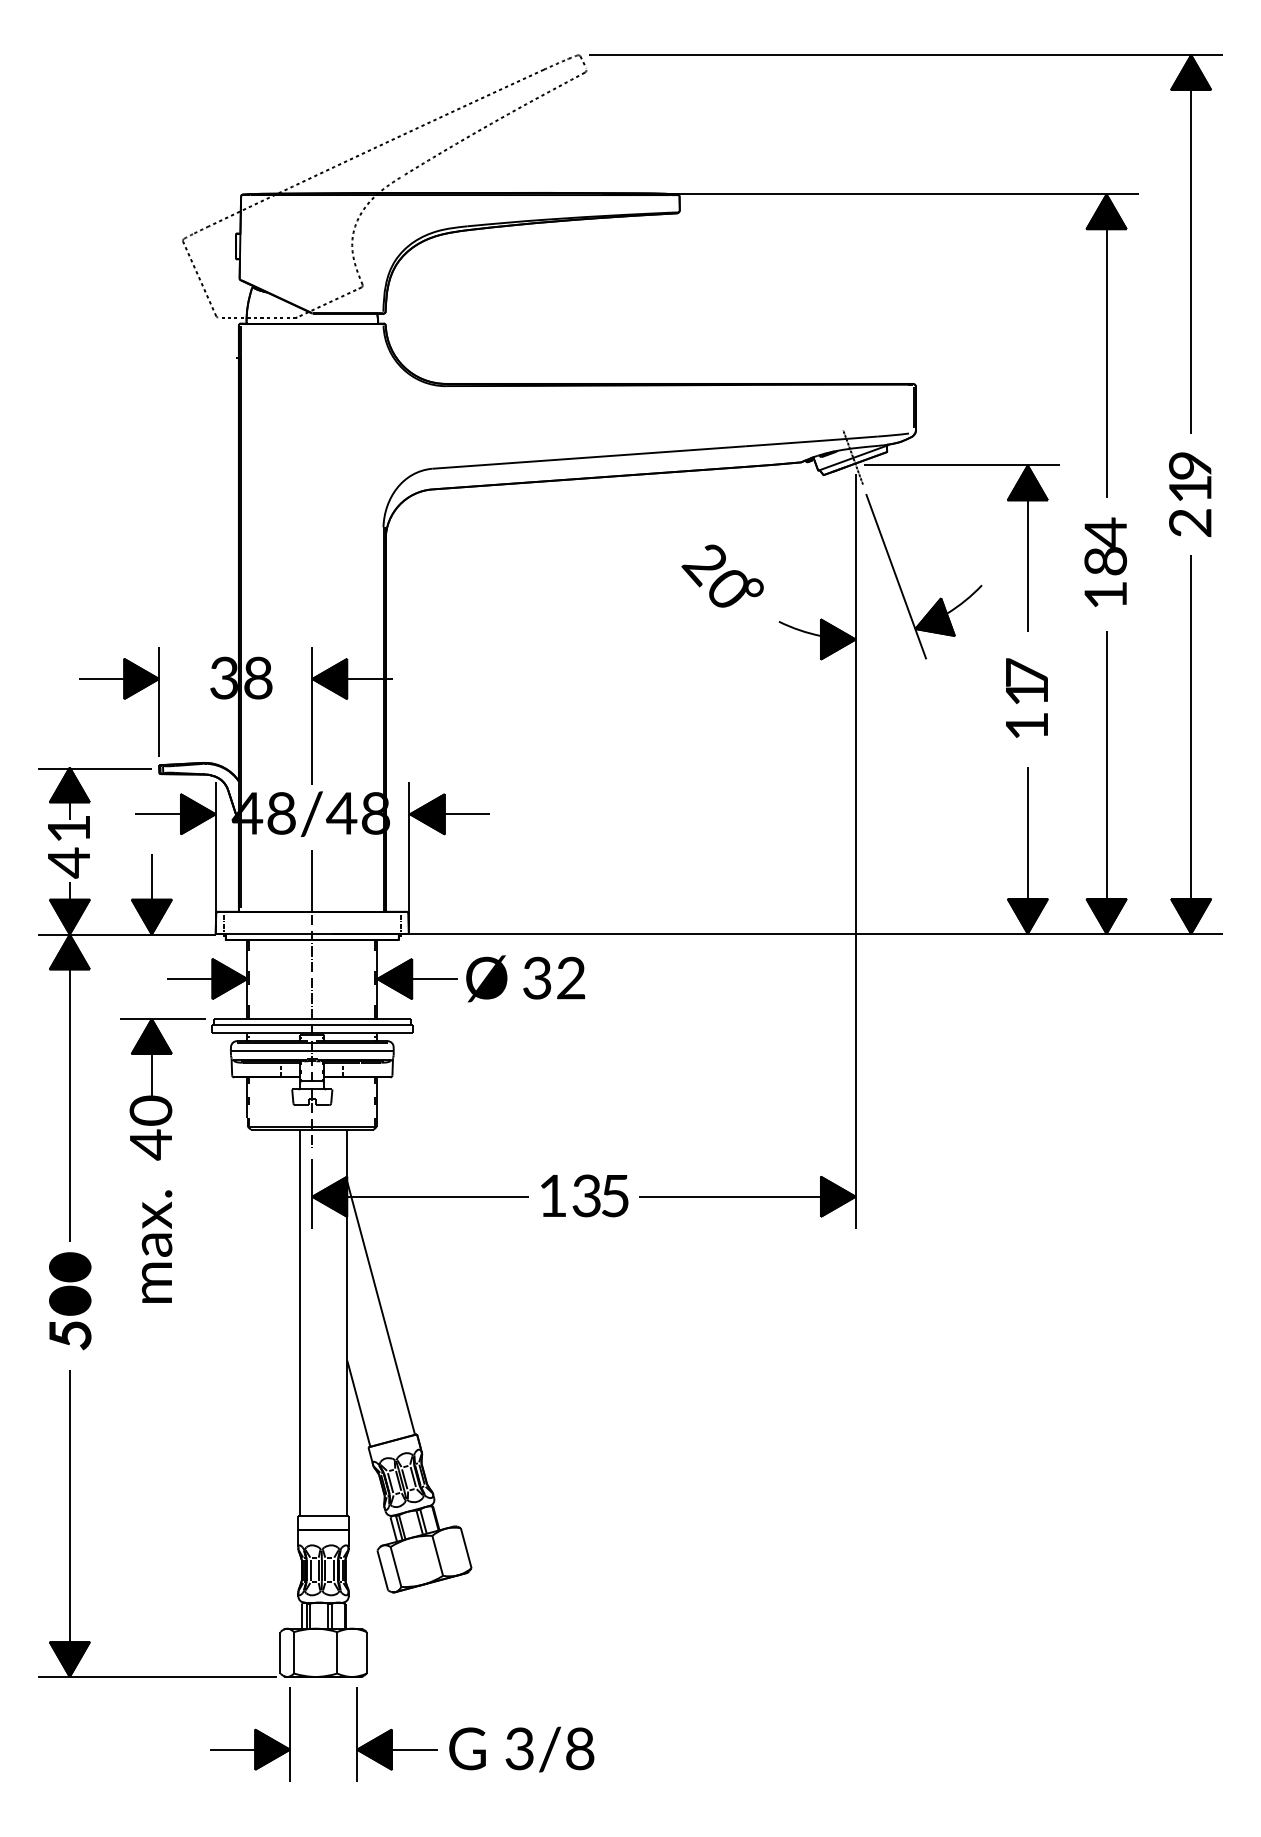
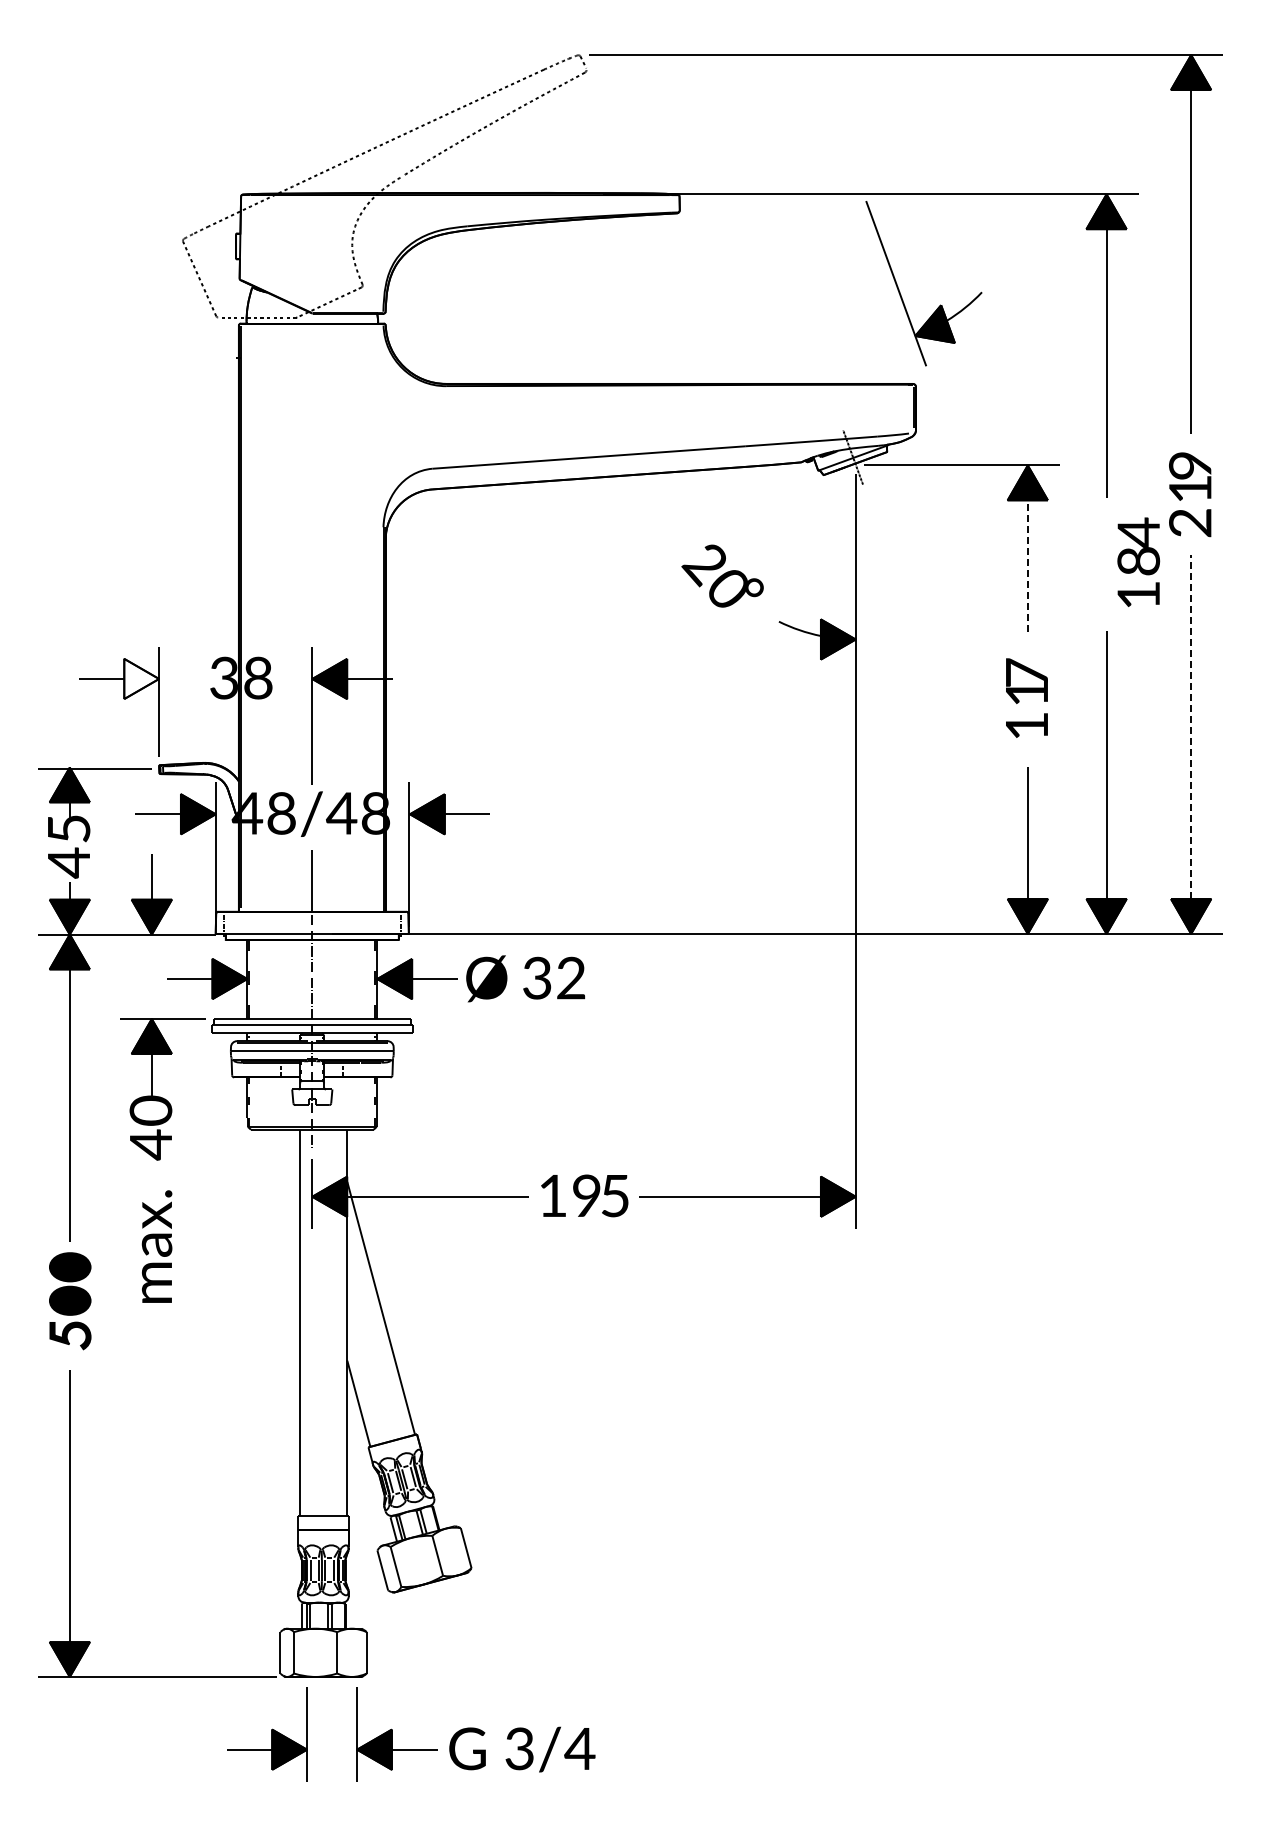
text at (1105, 561) position: (1105, 561) -> (1138, 561)
line at (1027, 565): solid -> dashed
part at (900, 584) position: (900, 584) -> (900, 291)
fill at (141, 678): present -> none
line at (1191, 727): solid -> dashed
text at (69, 828): 41 -> 45
text at (586, 1195): 13 -> 19
part at (250, 1734) position: (250, 1734) -> (267, 1734)
text at (579, 1748): 3/8 -> 3/4
